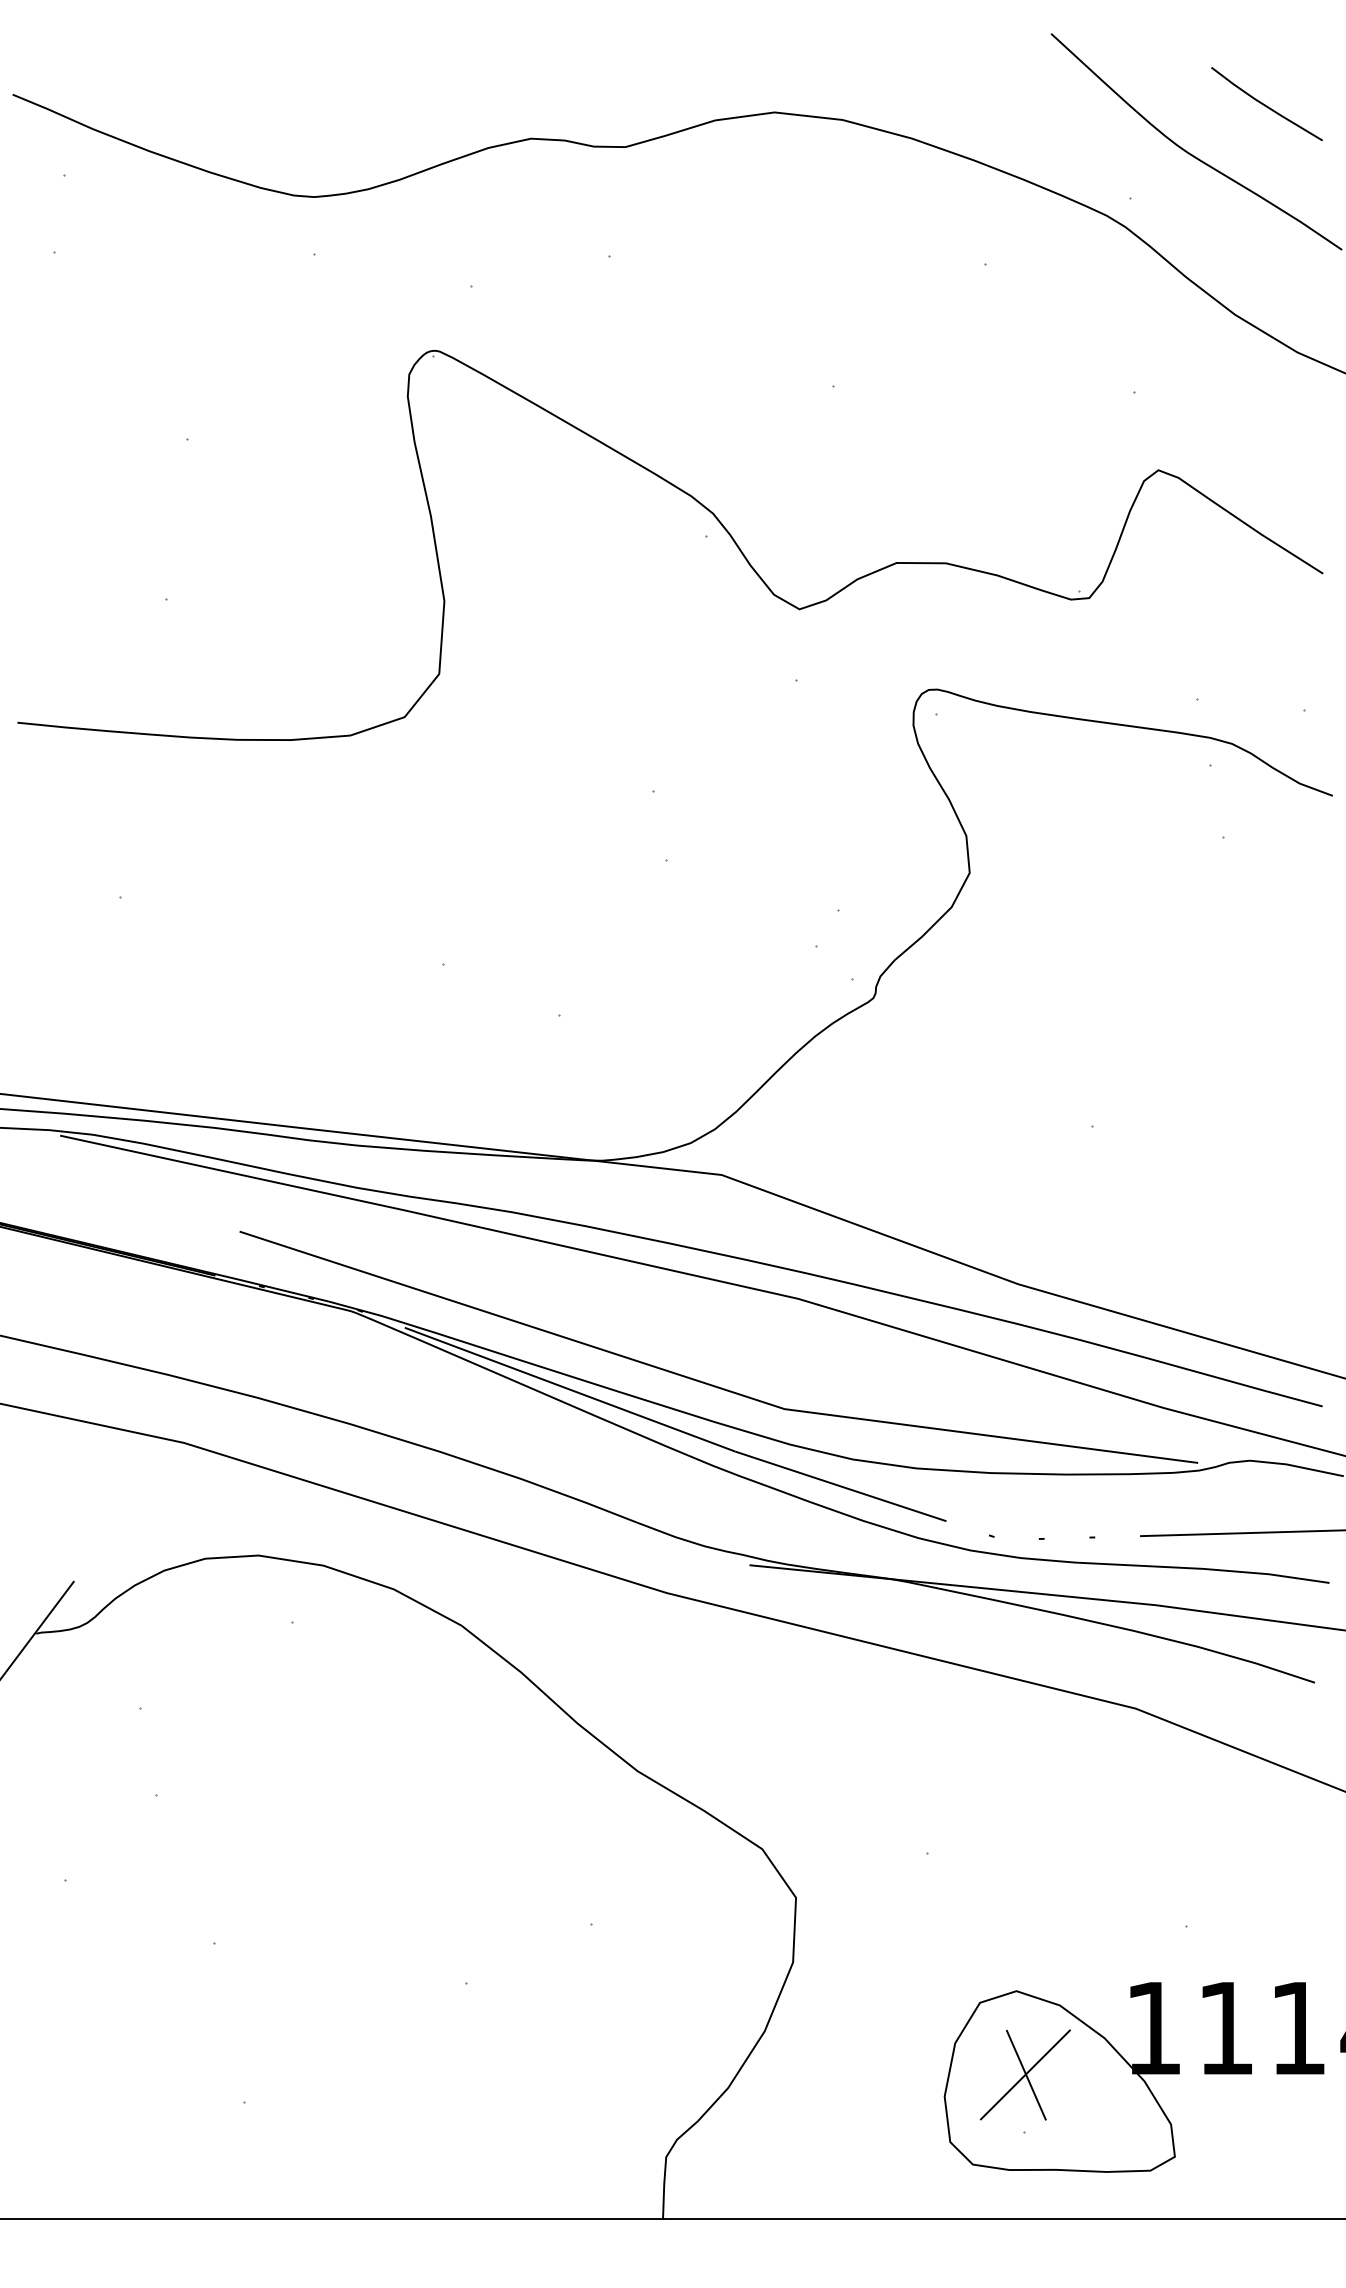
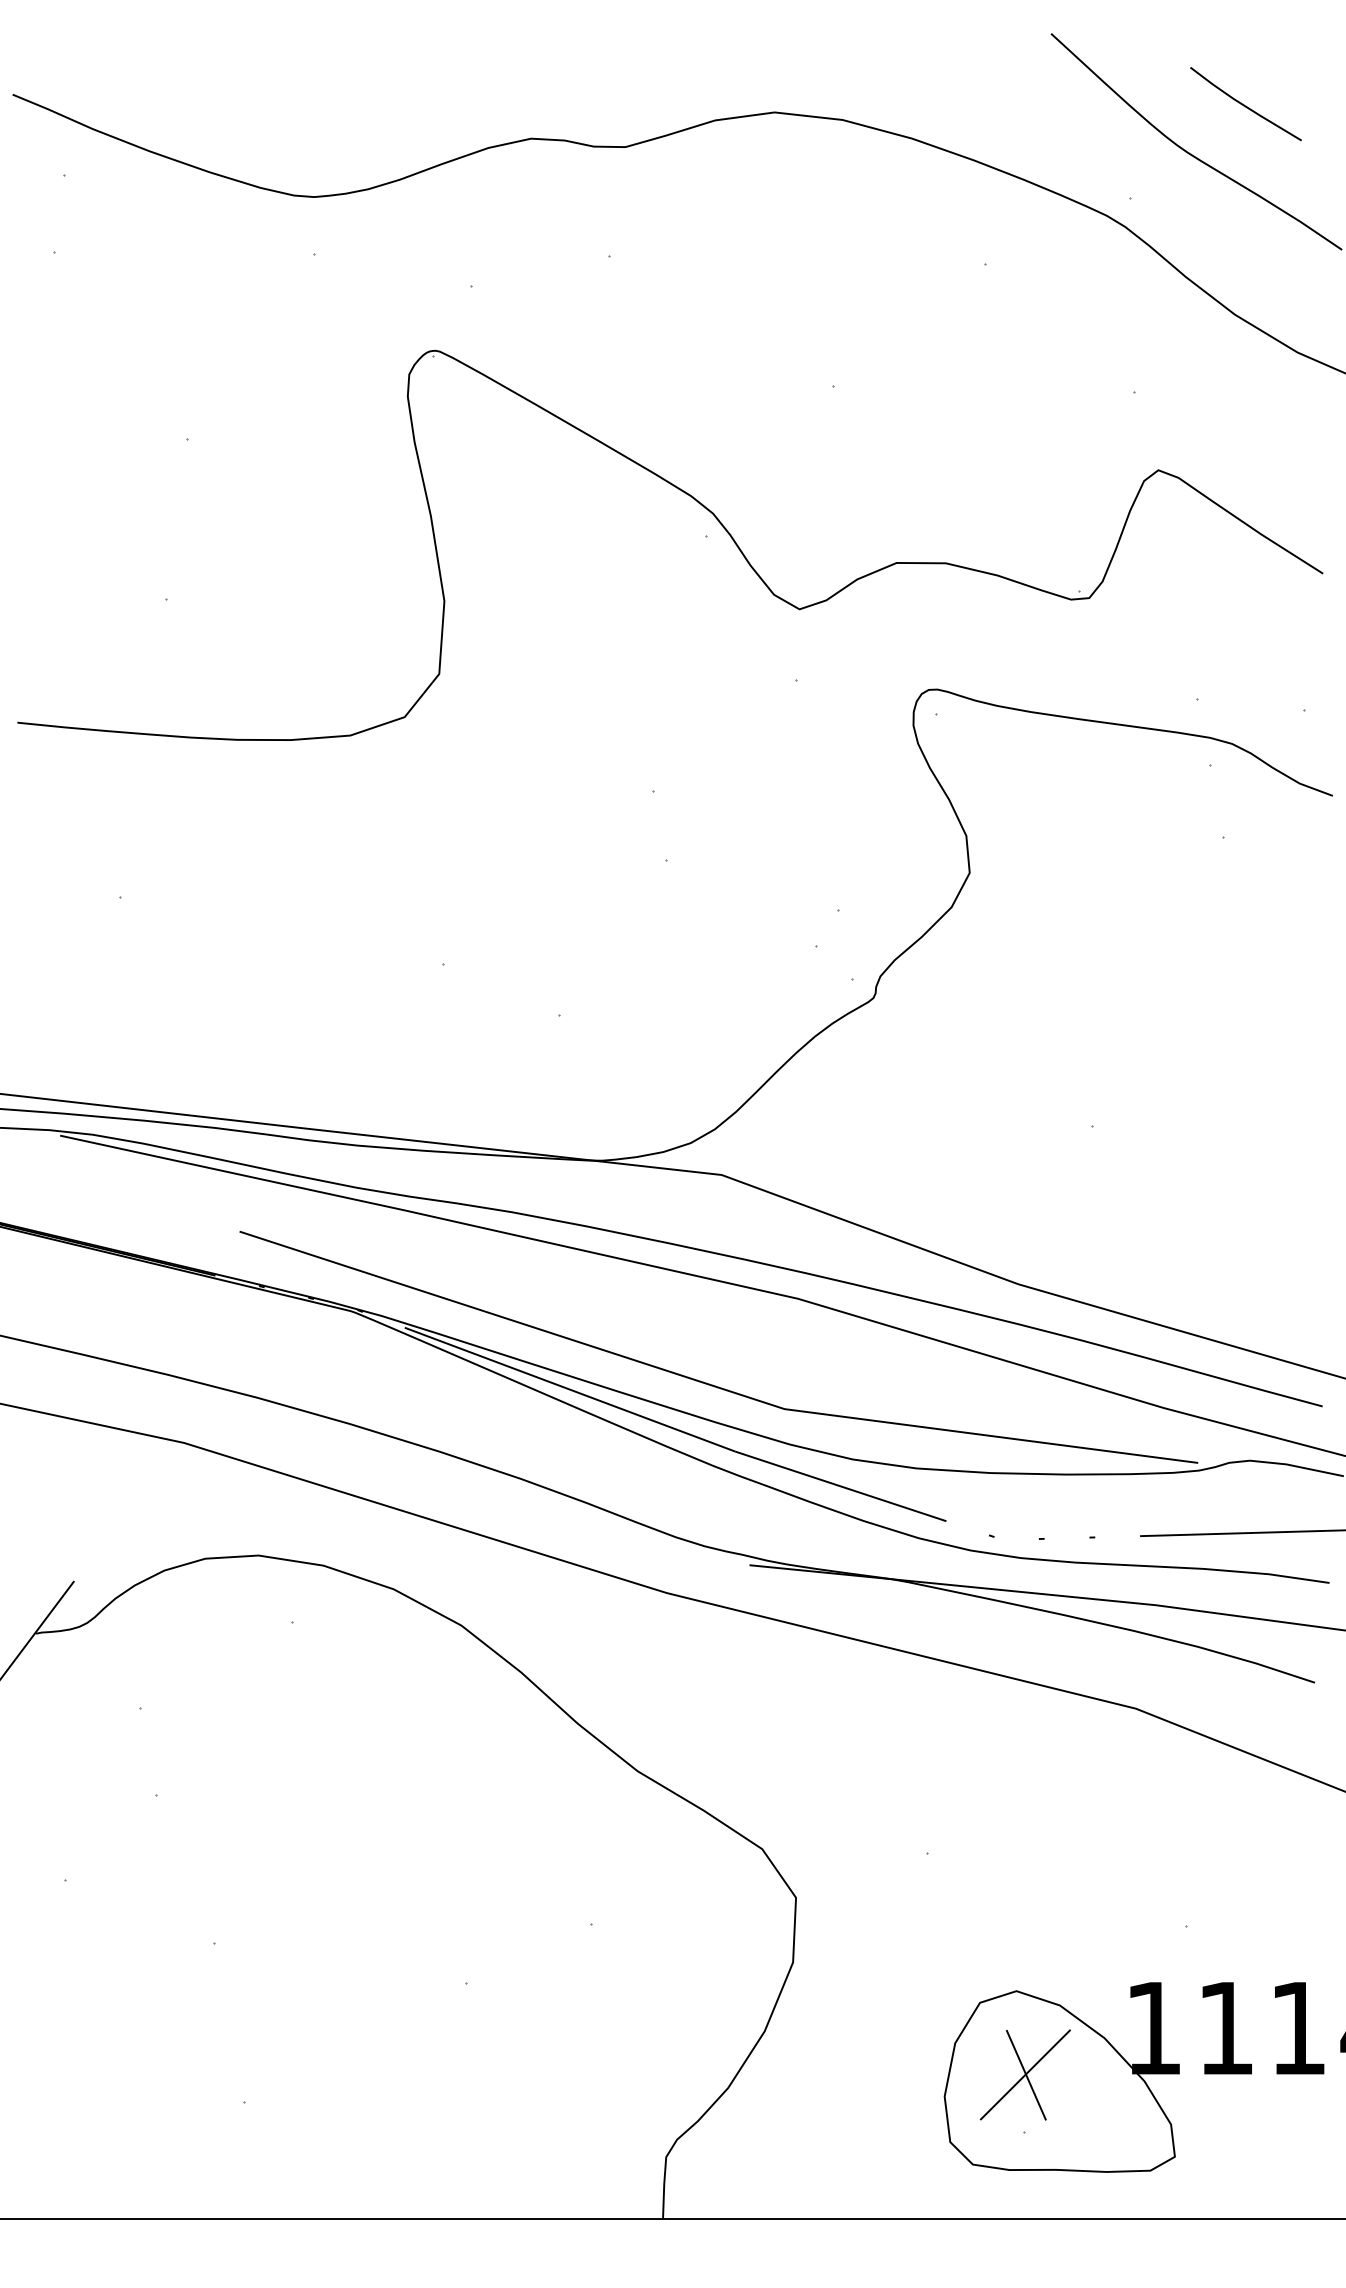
line at (1265, 104) position: (1265, 104) -> (1244, 104)
